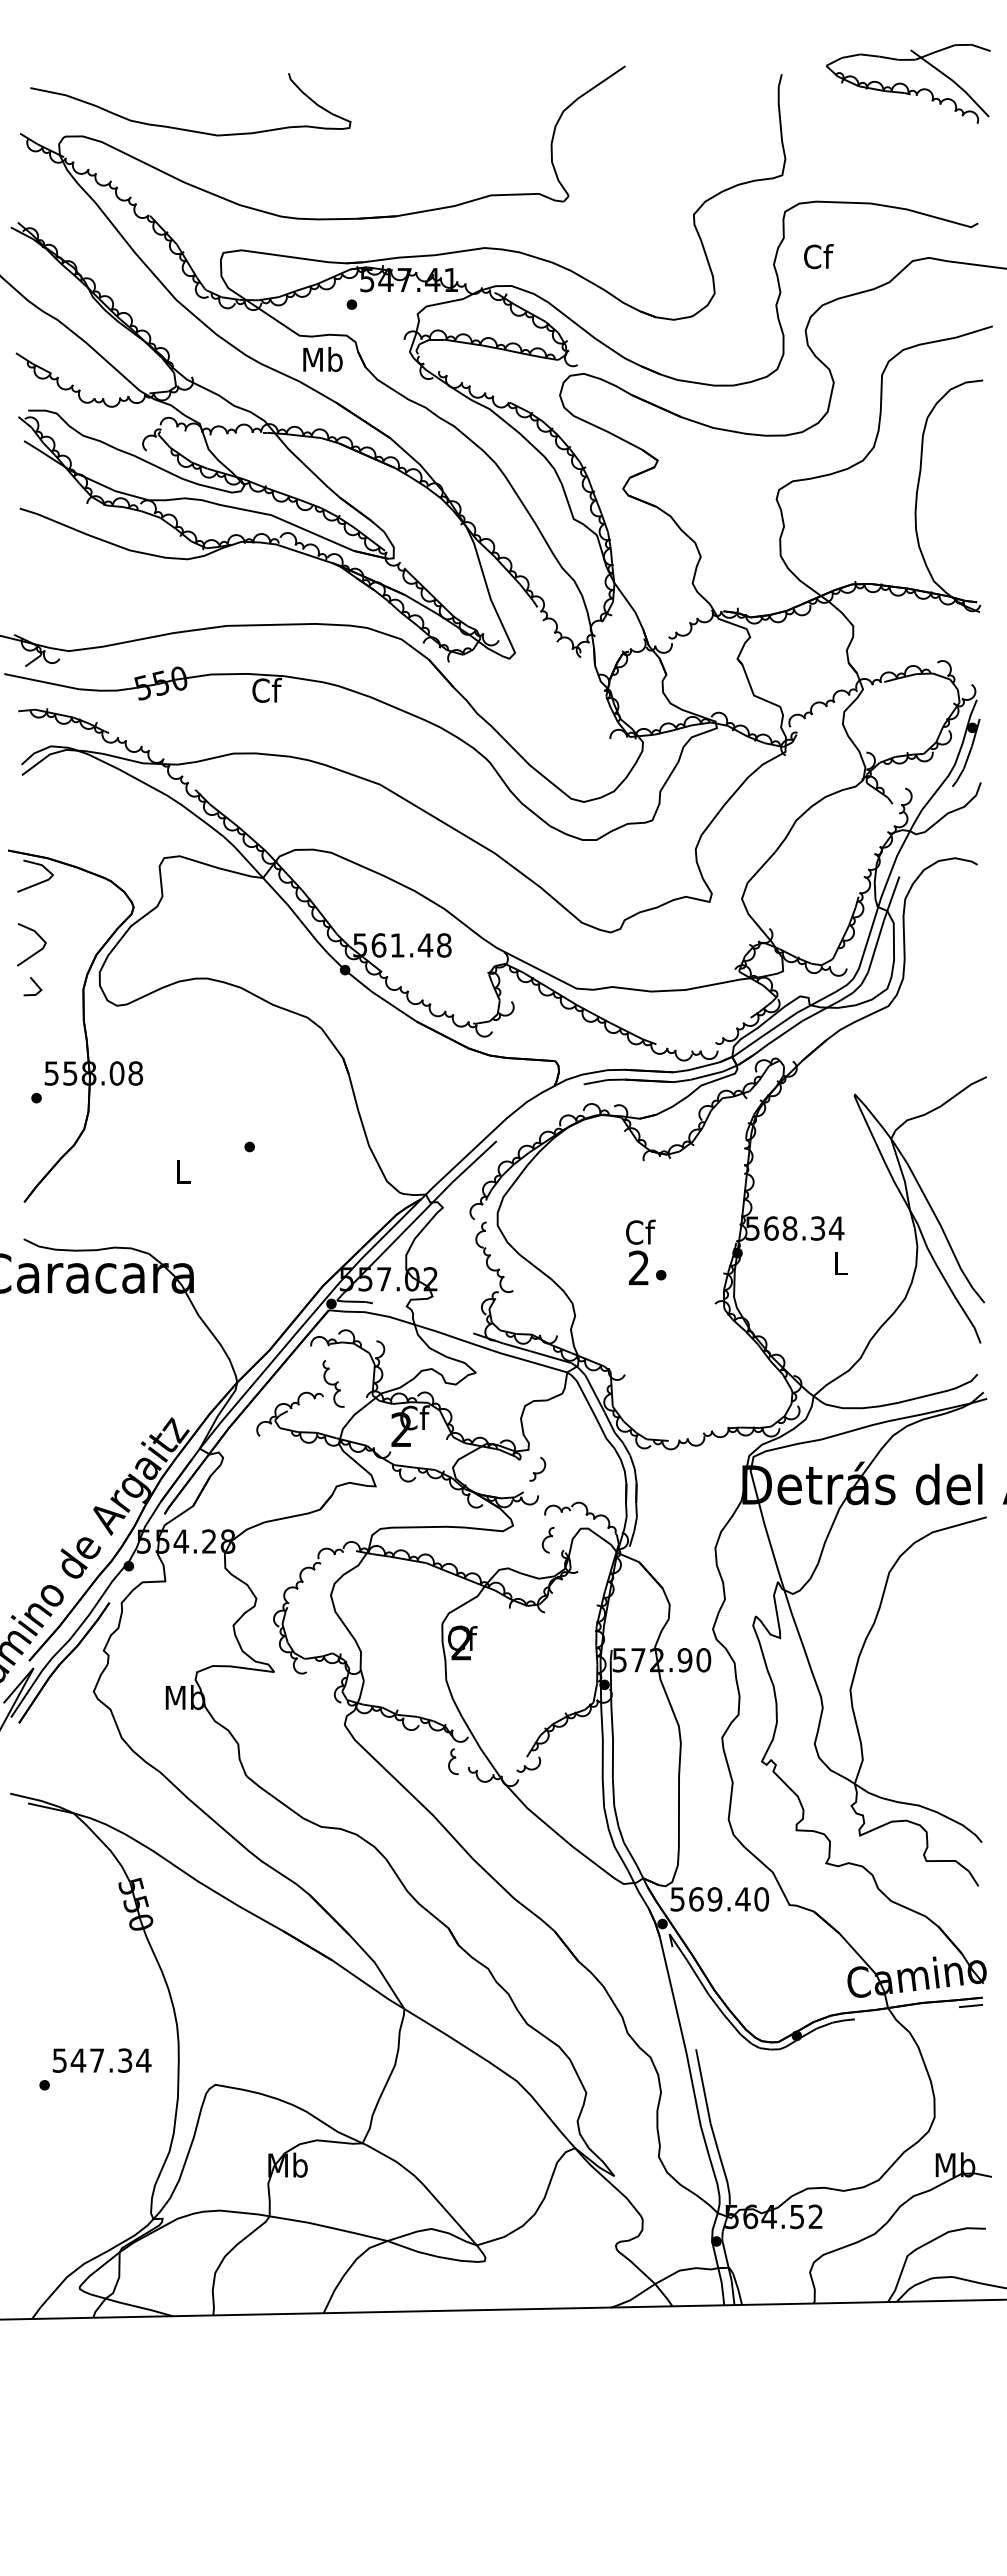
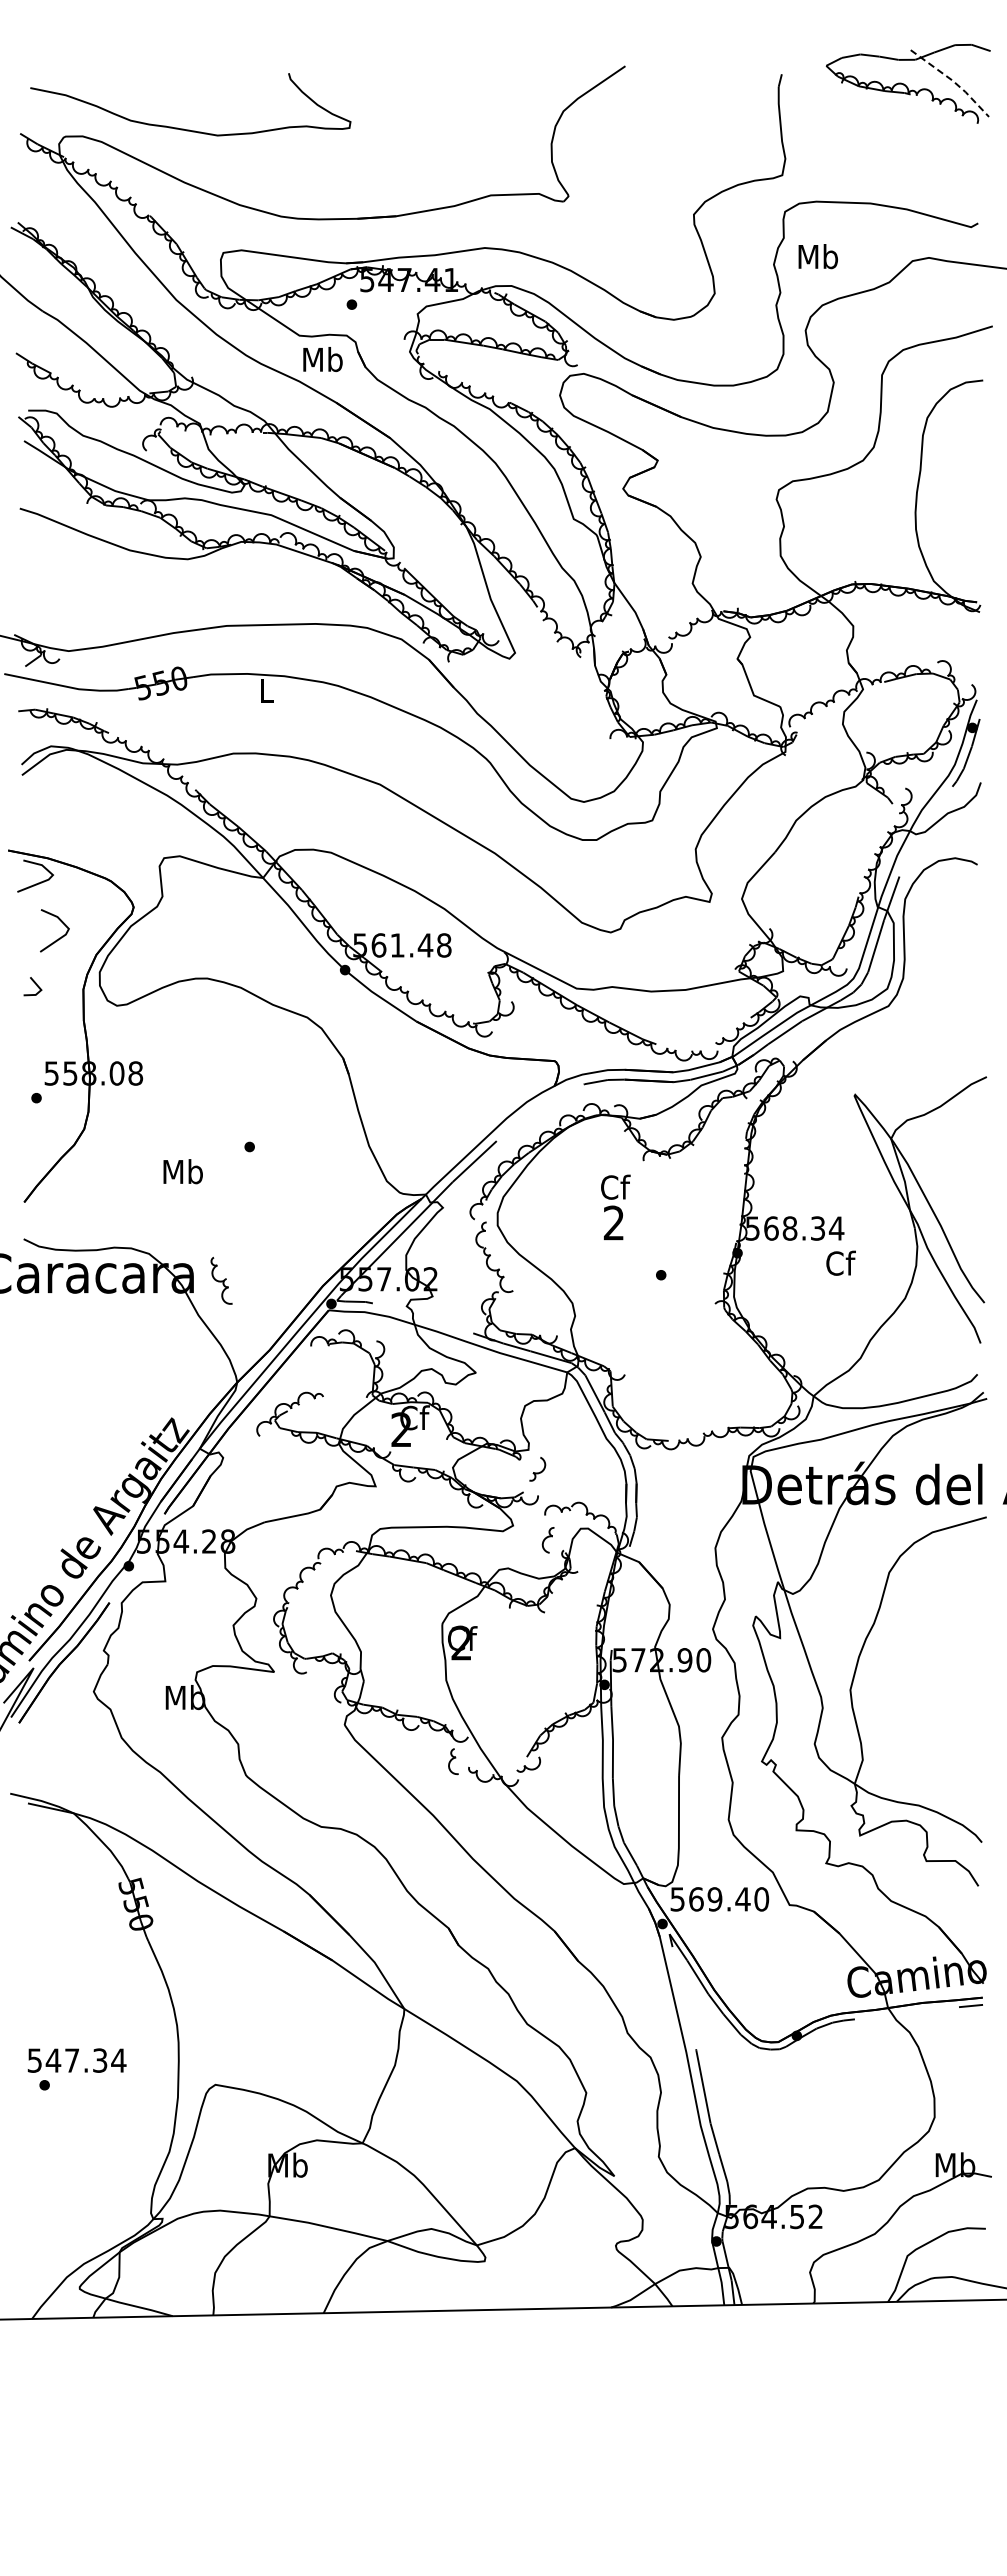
line at (953, 81): solid -> dashed
text at (817, 256): Cf -> Mb
text at (267, 689): Cf -> L
line at (36, 951) position: (36, 951) -> (59, 937)
text at (182, 1171): L -> Mb
text at (640, 1252) position: (640, 1252) -> (615, 1207)
text at (840, 1262): L -> Cf
part at (333, 1383) position: (333, 1383) -> (221, 1280)
text at (101, 2060) position: (101, 2060) -> (76, 2060)
